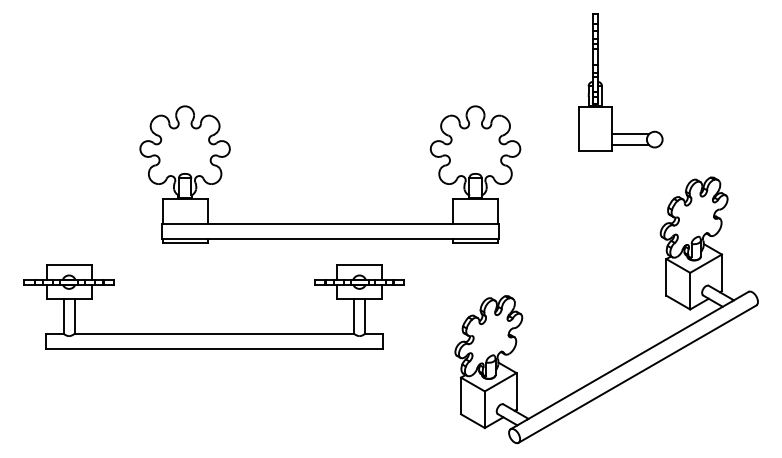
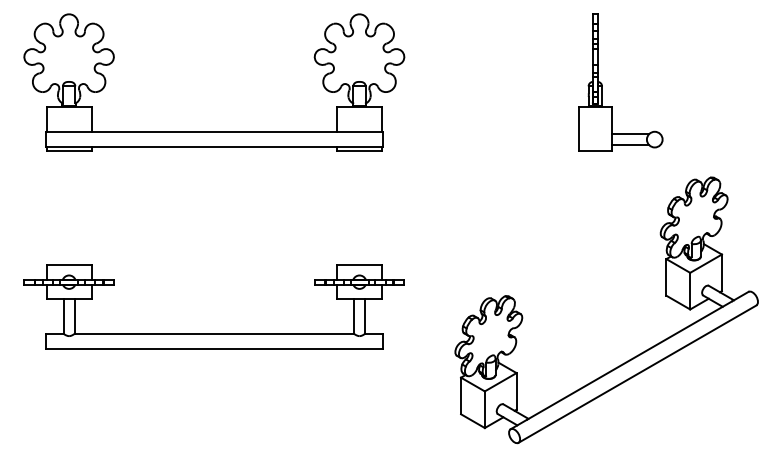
part at (330, 223) position: (330, 223) -> (214, 131)
